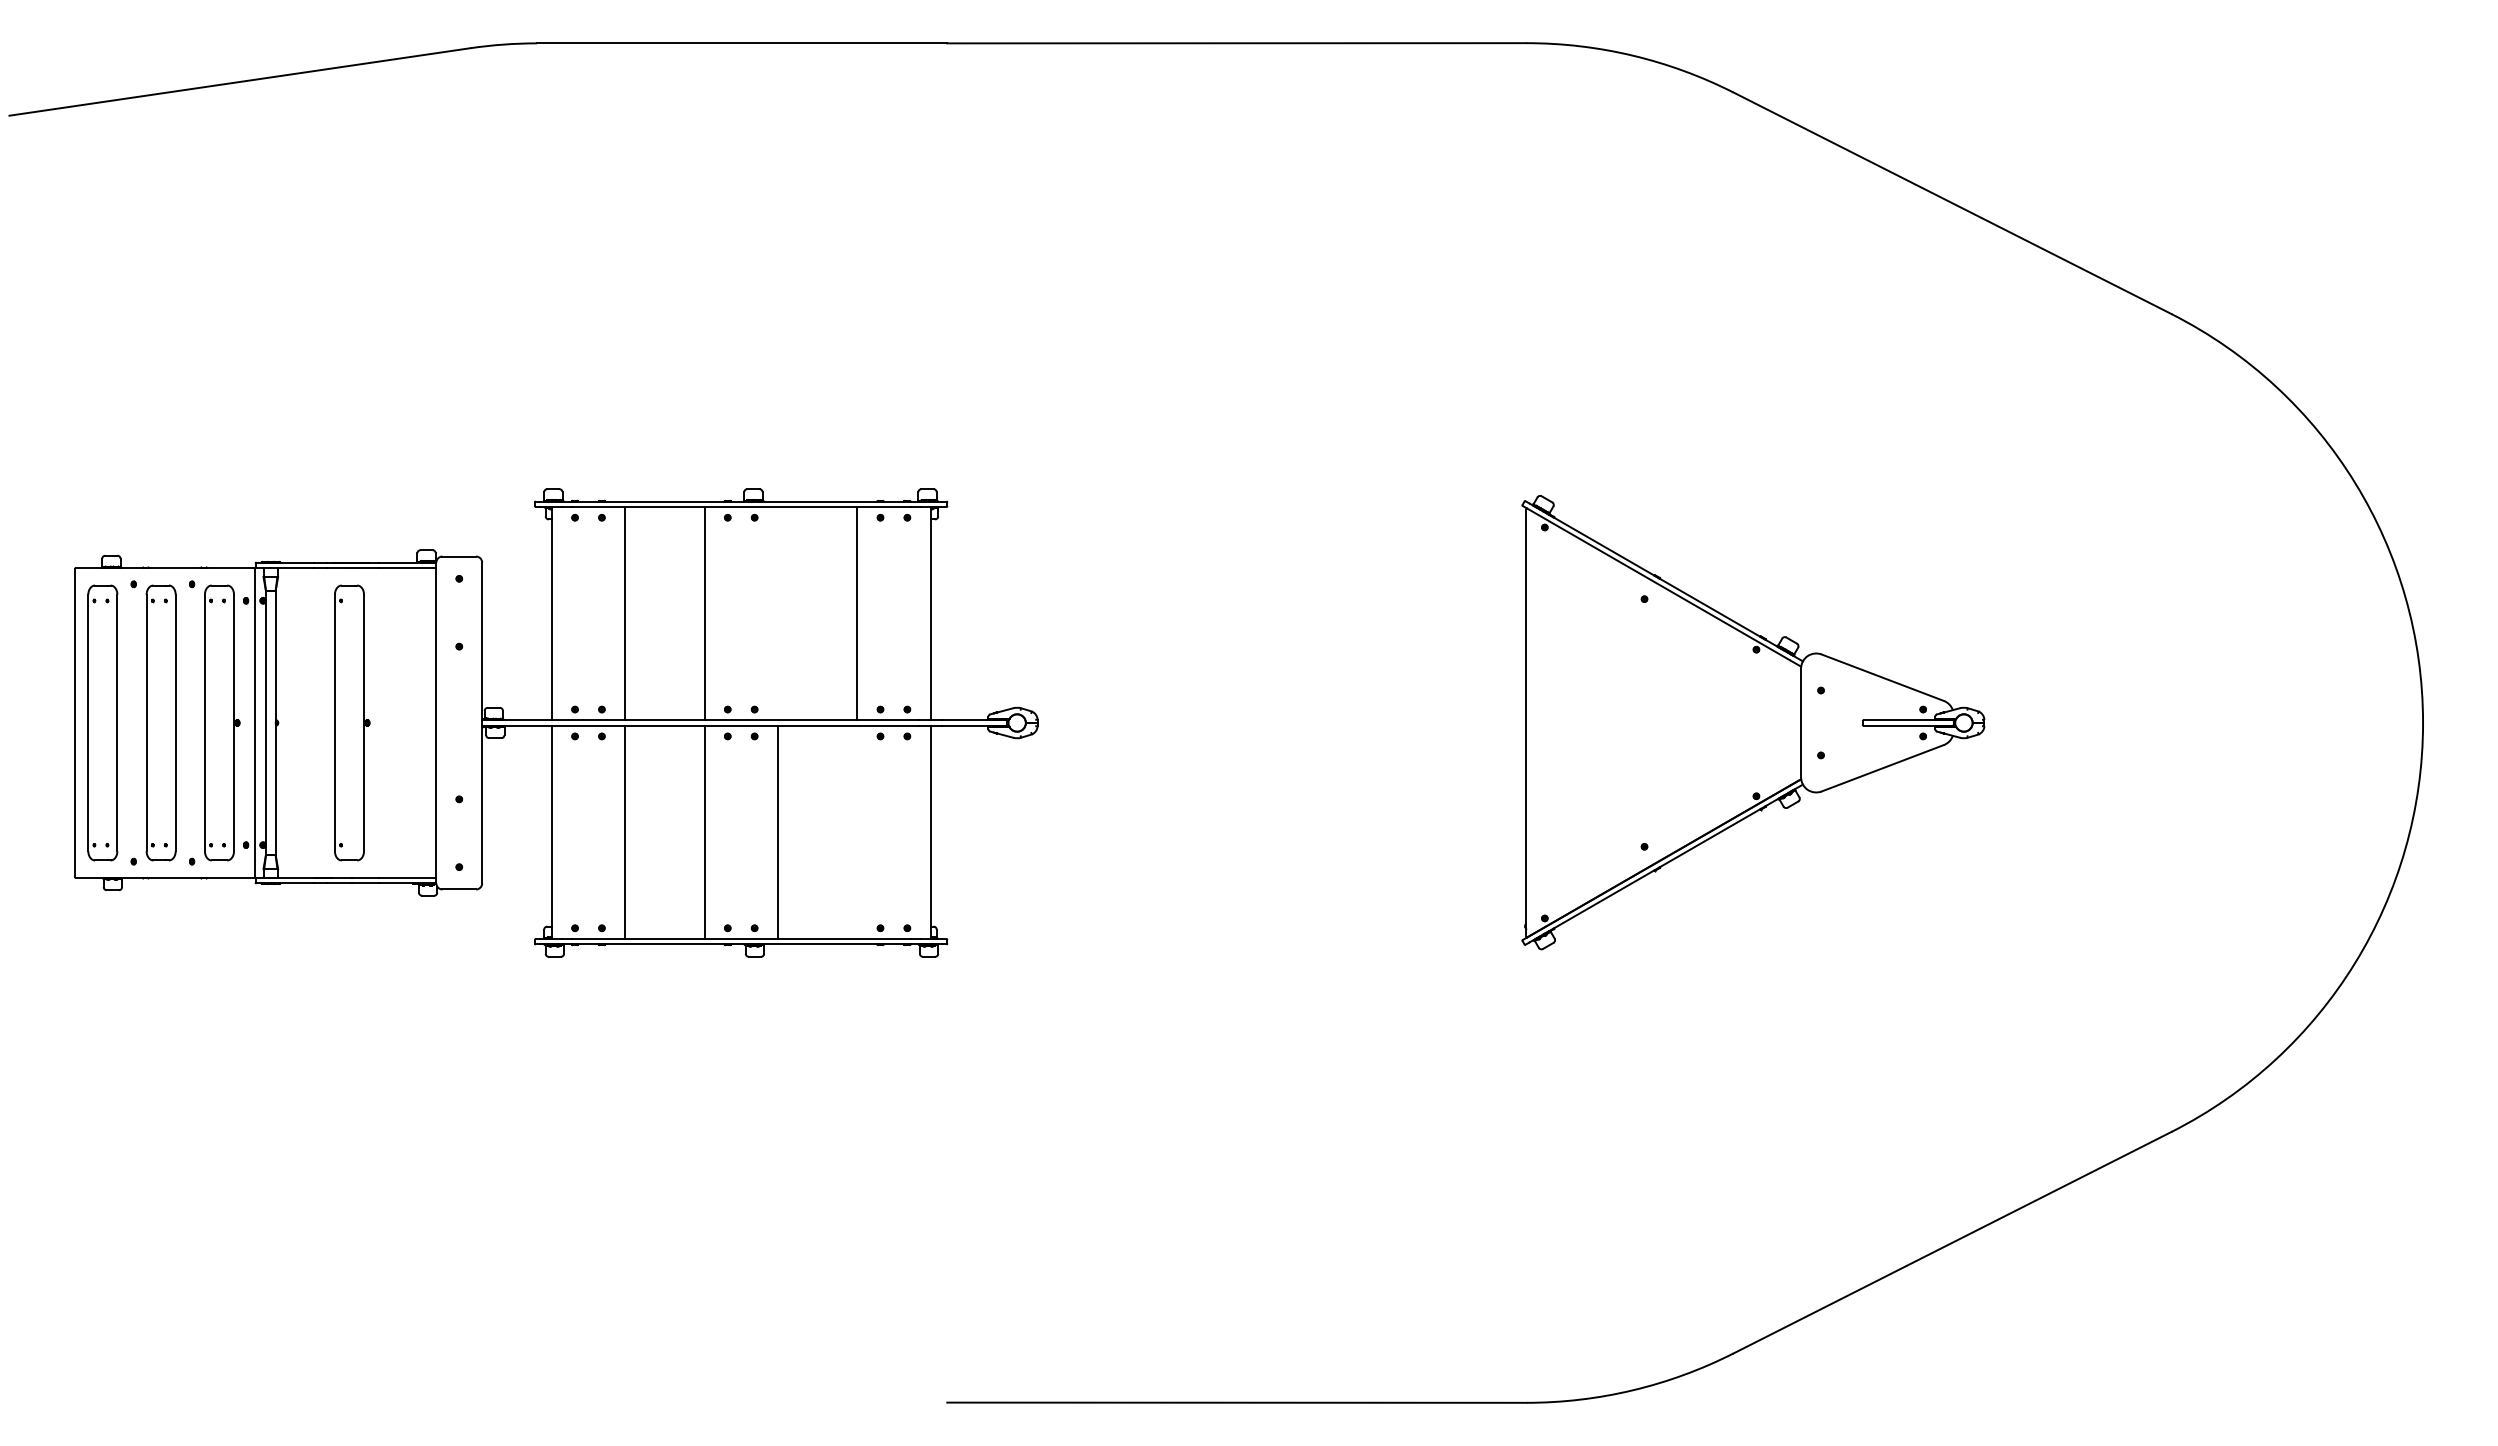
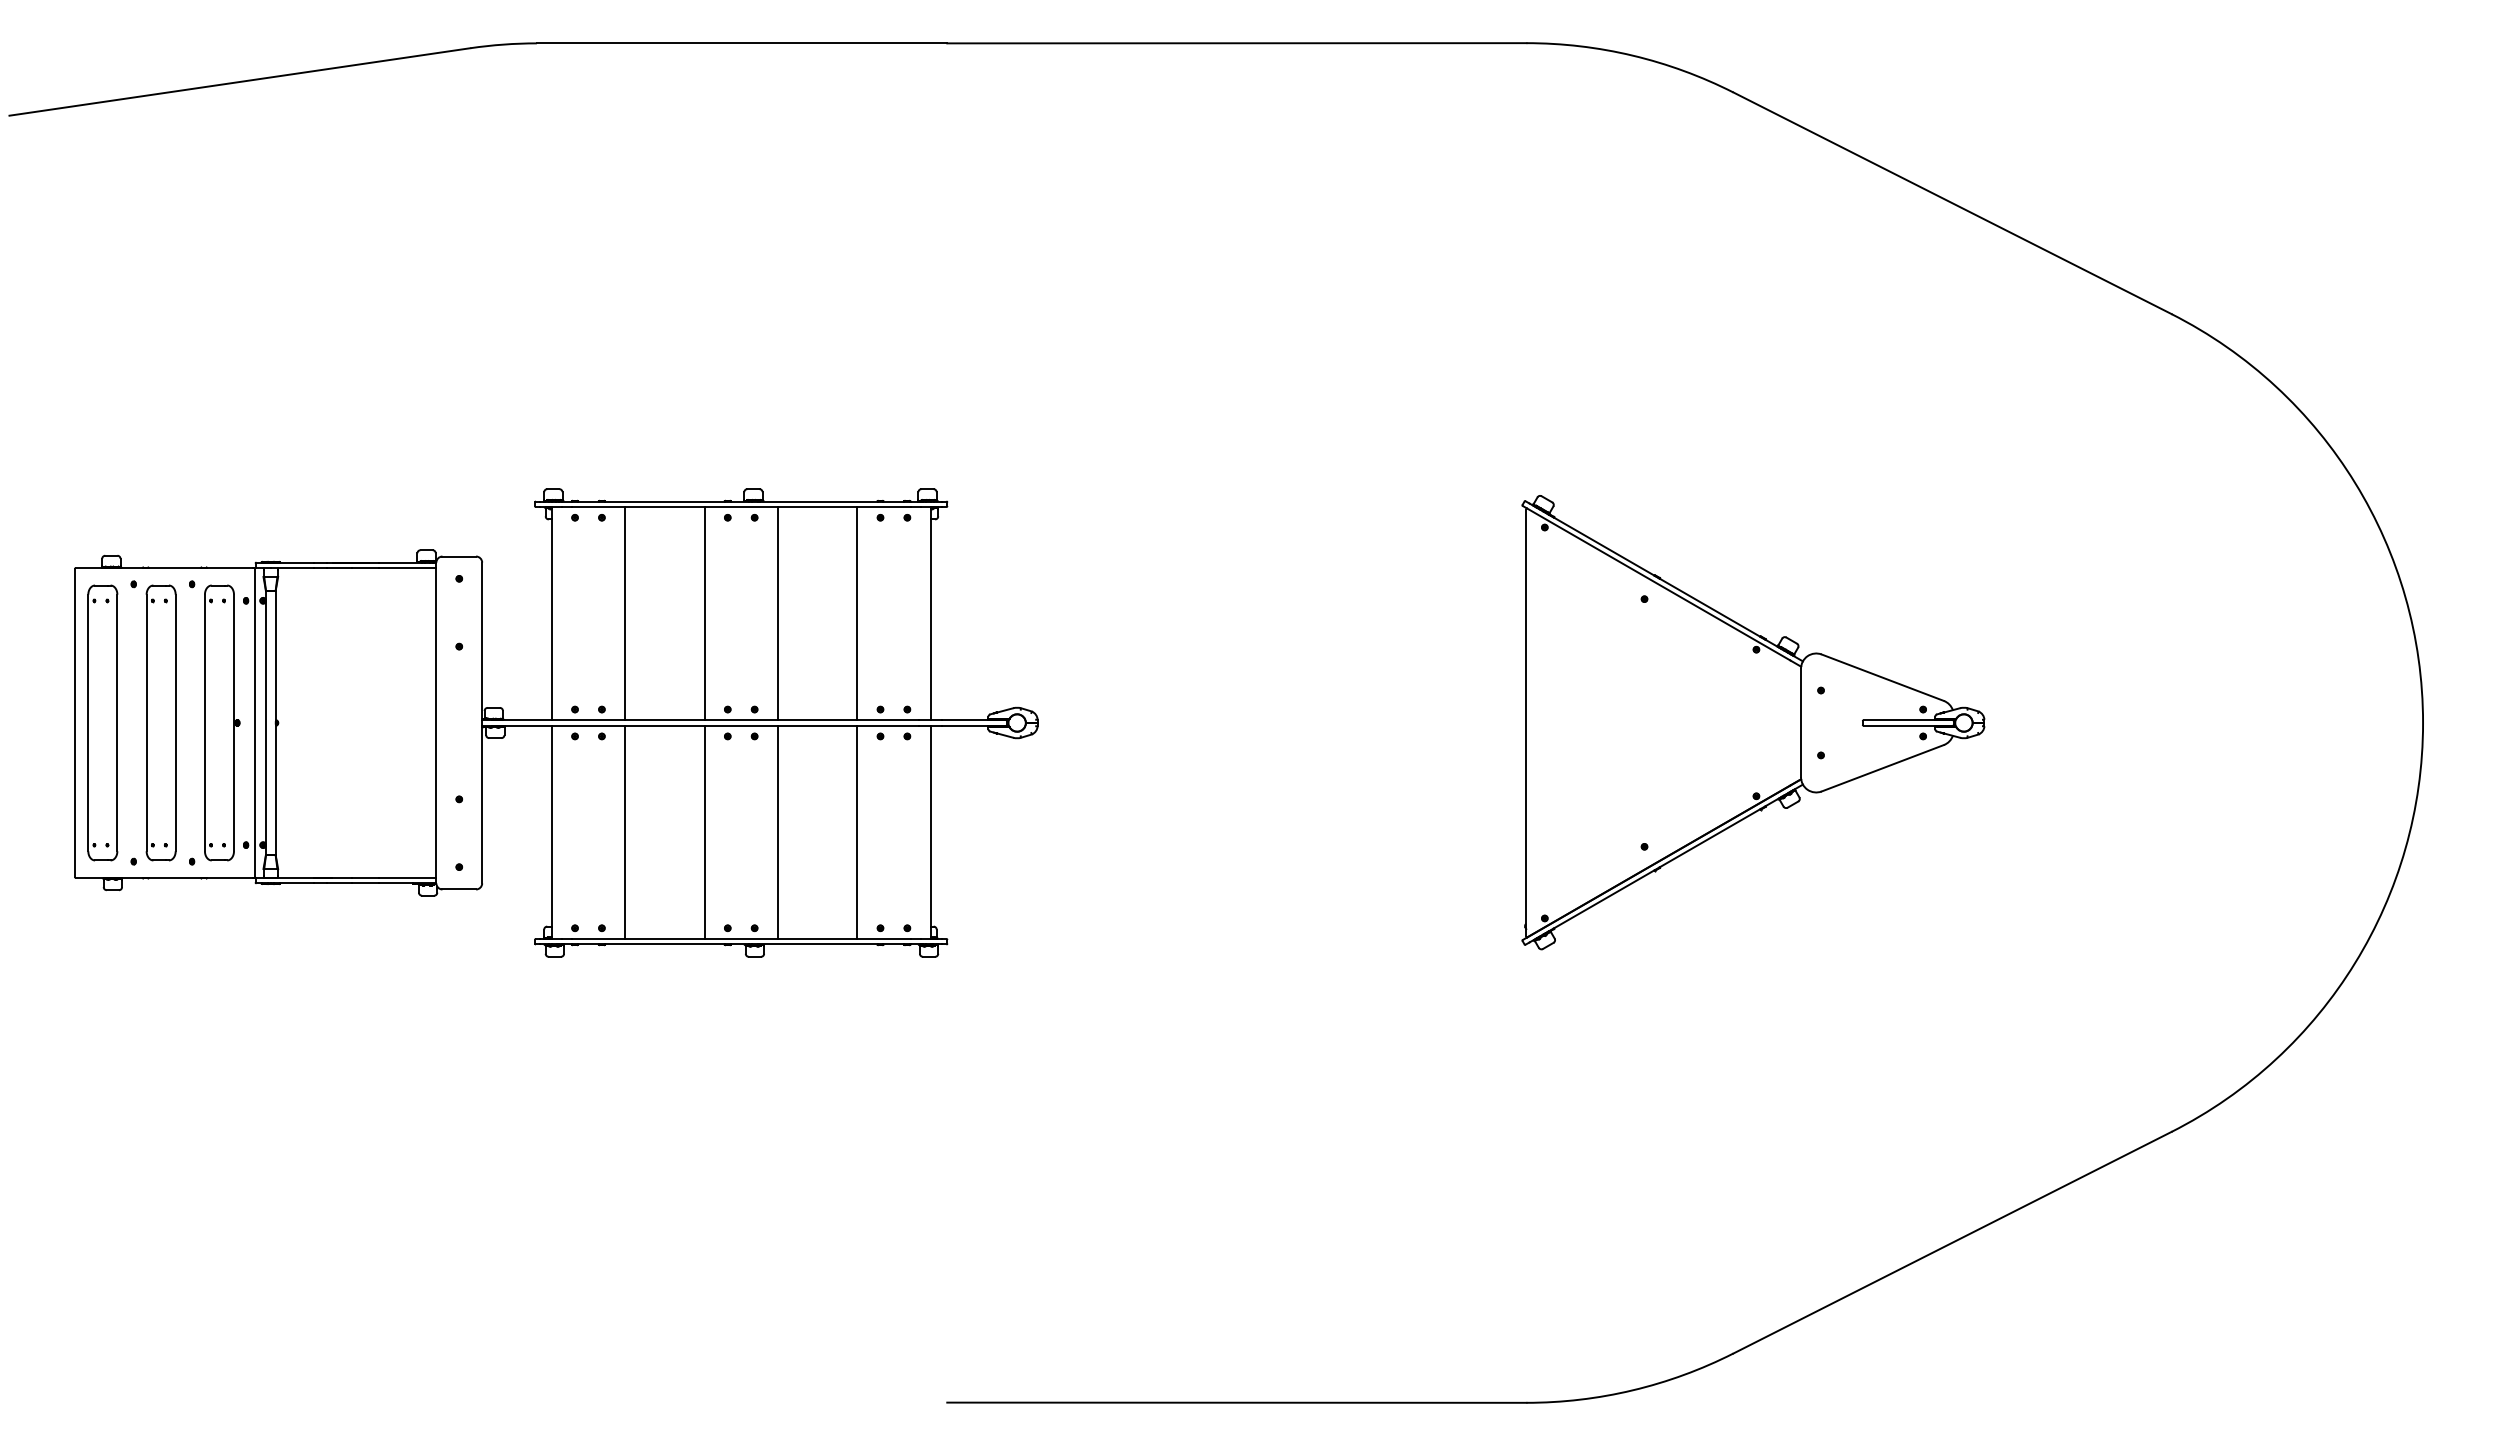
line at (777, 613): none -> present
part at (352, 722): present -> none
line at (857, 831): none -> present
